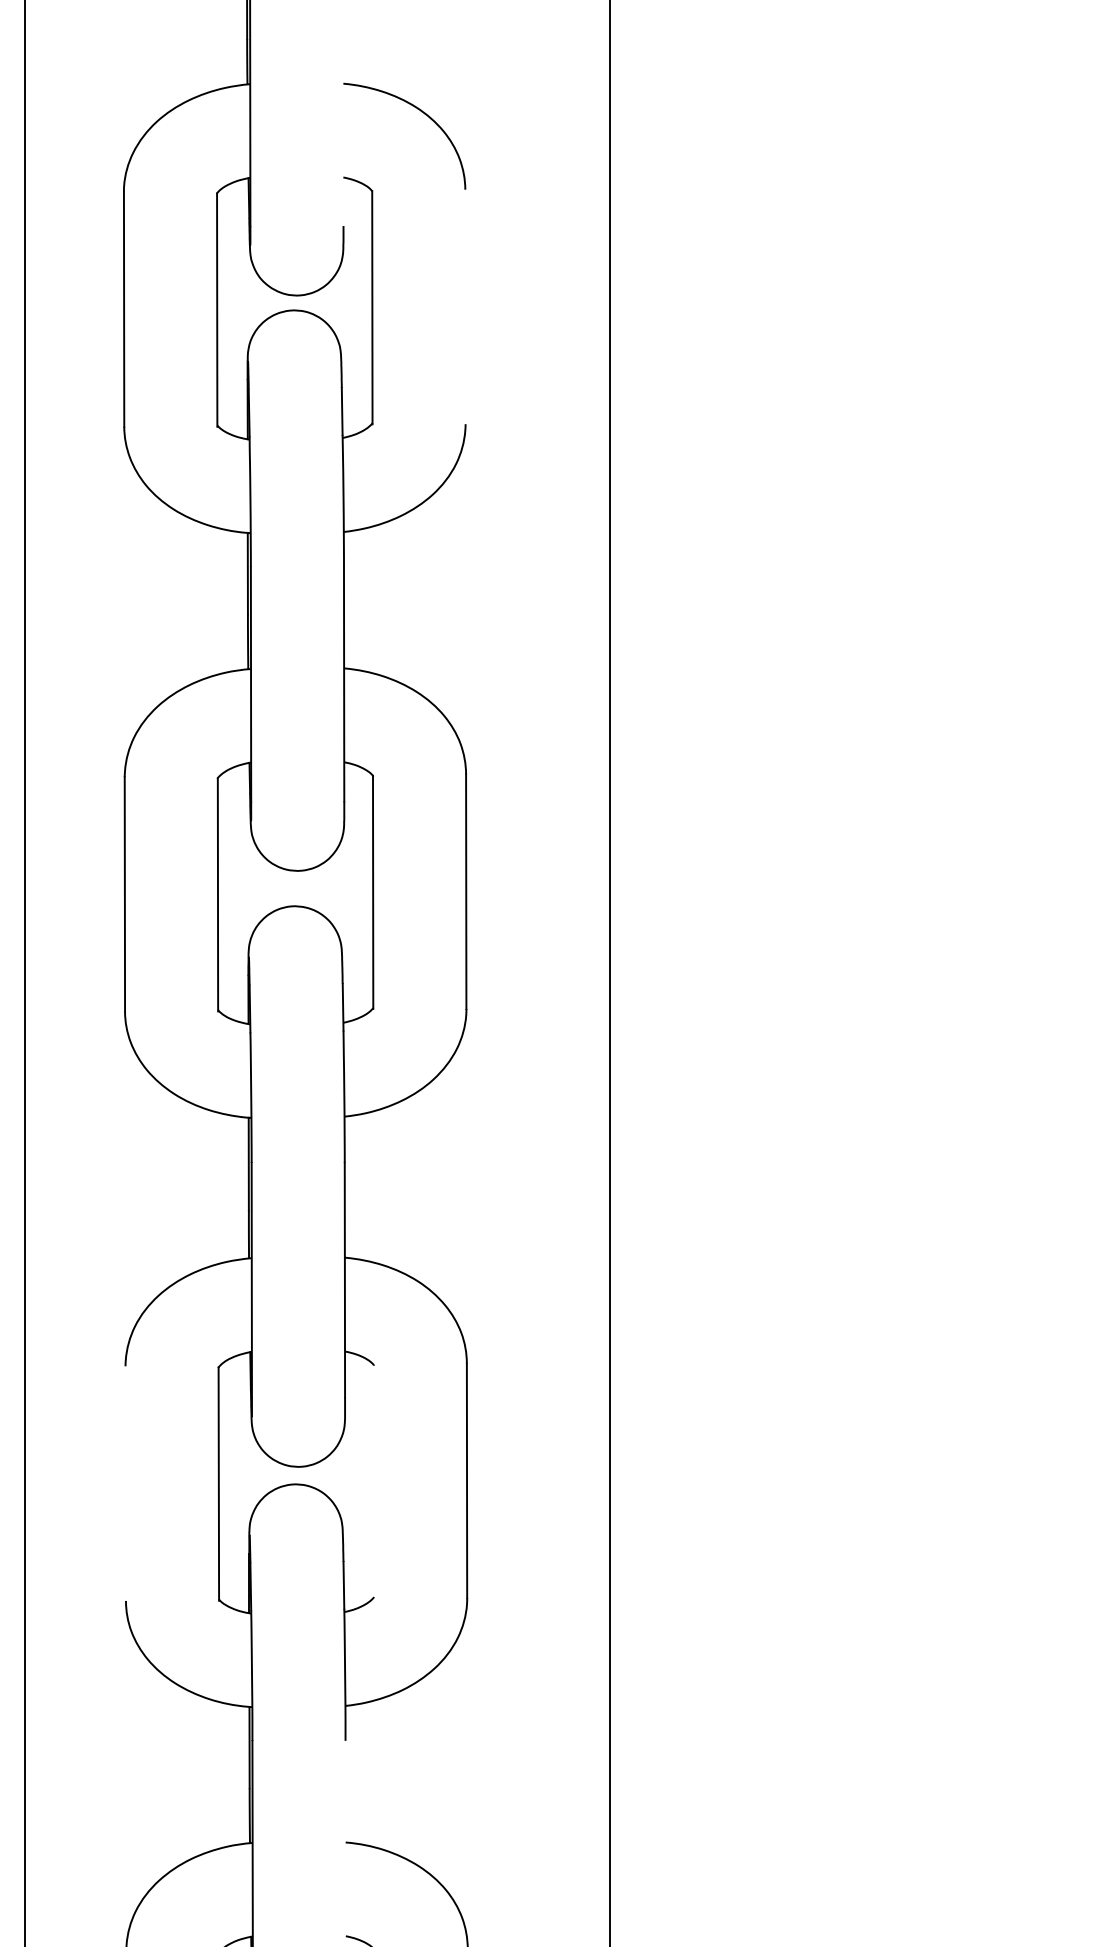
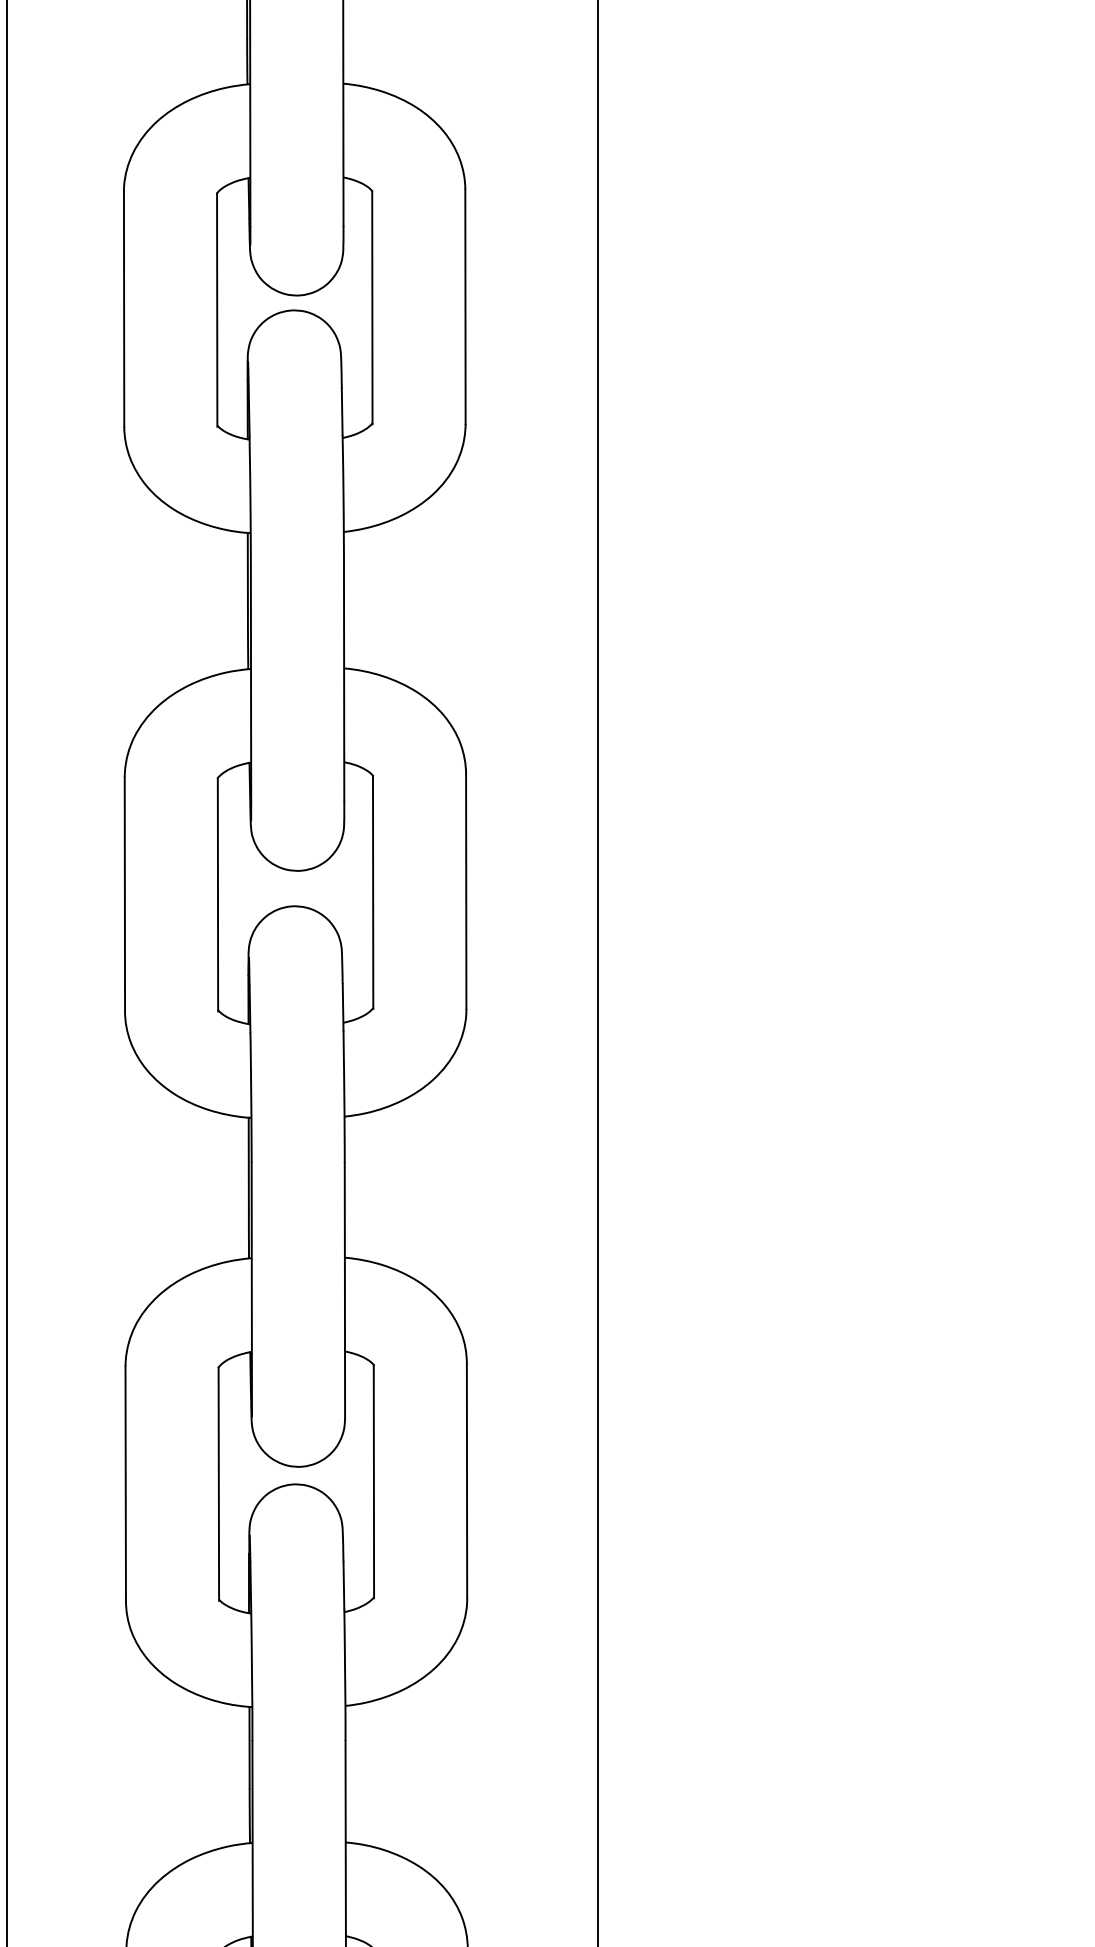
line at (343, 114): none -> present
line at (465, 306): none -> present
line at (24, 972) position: (24, 972) -> (6, 972)
line at (609, 972) position: (609, 972) -> (597, 972)
line at (373, 1481): none -> present
line at (125, 1483): none -> present
line at (345, 1841): none -> present
